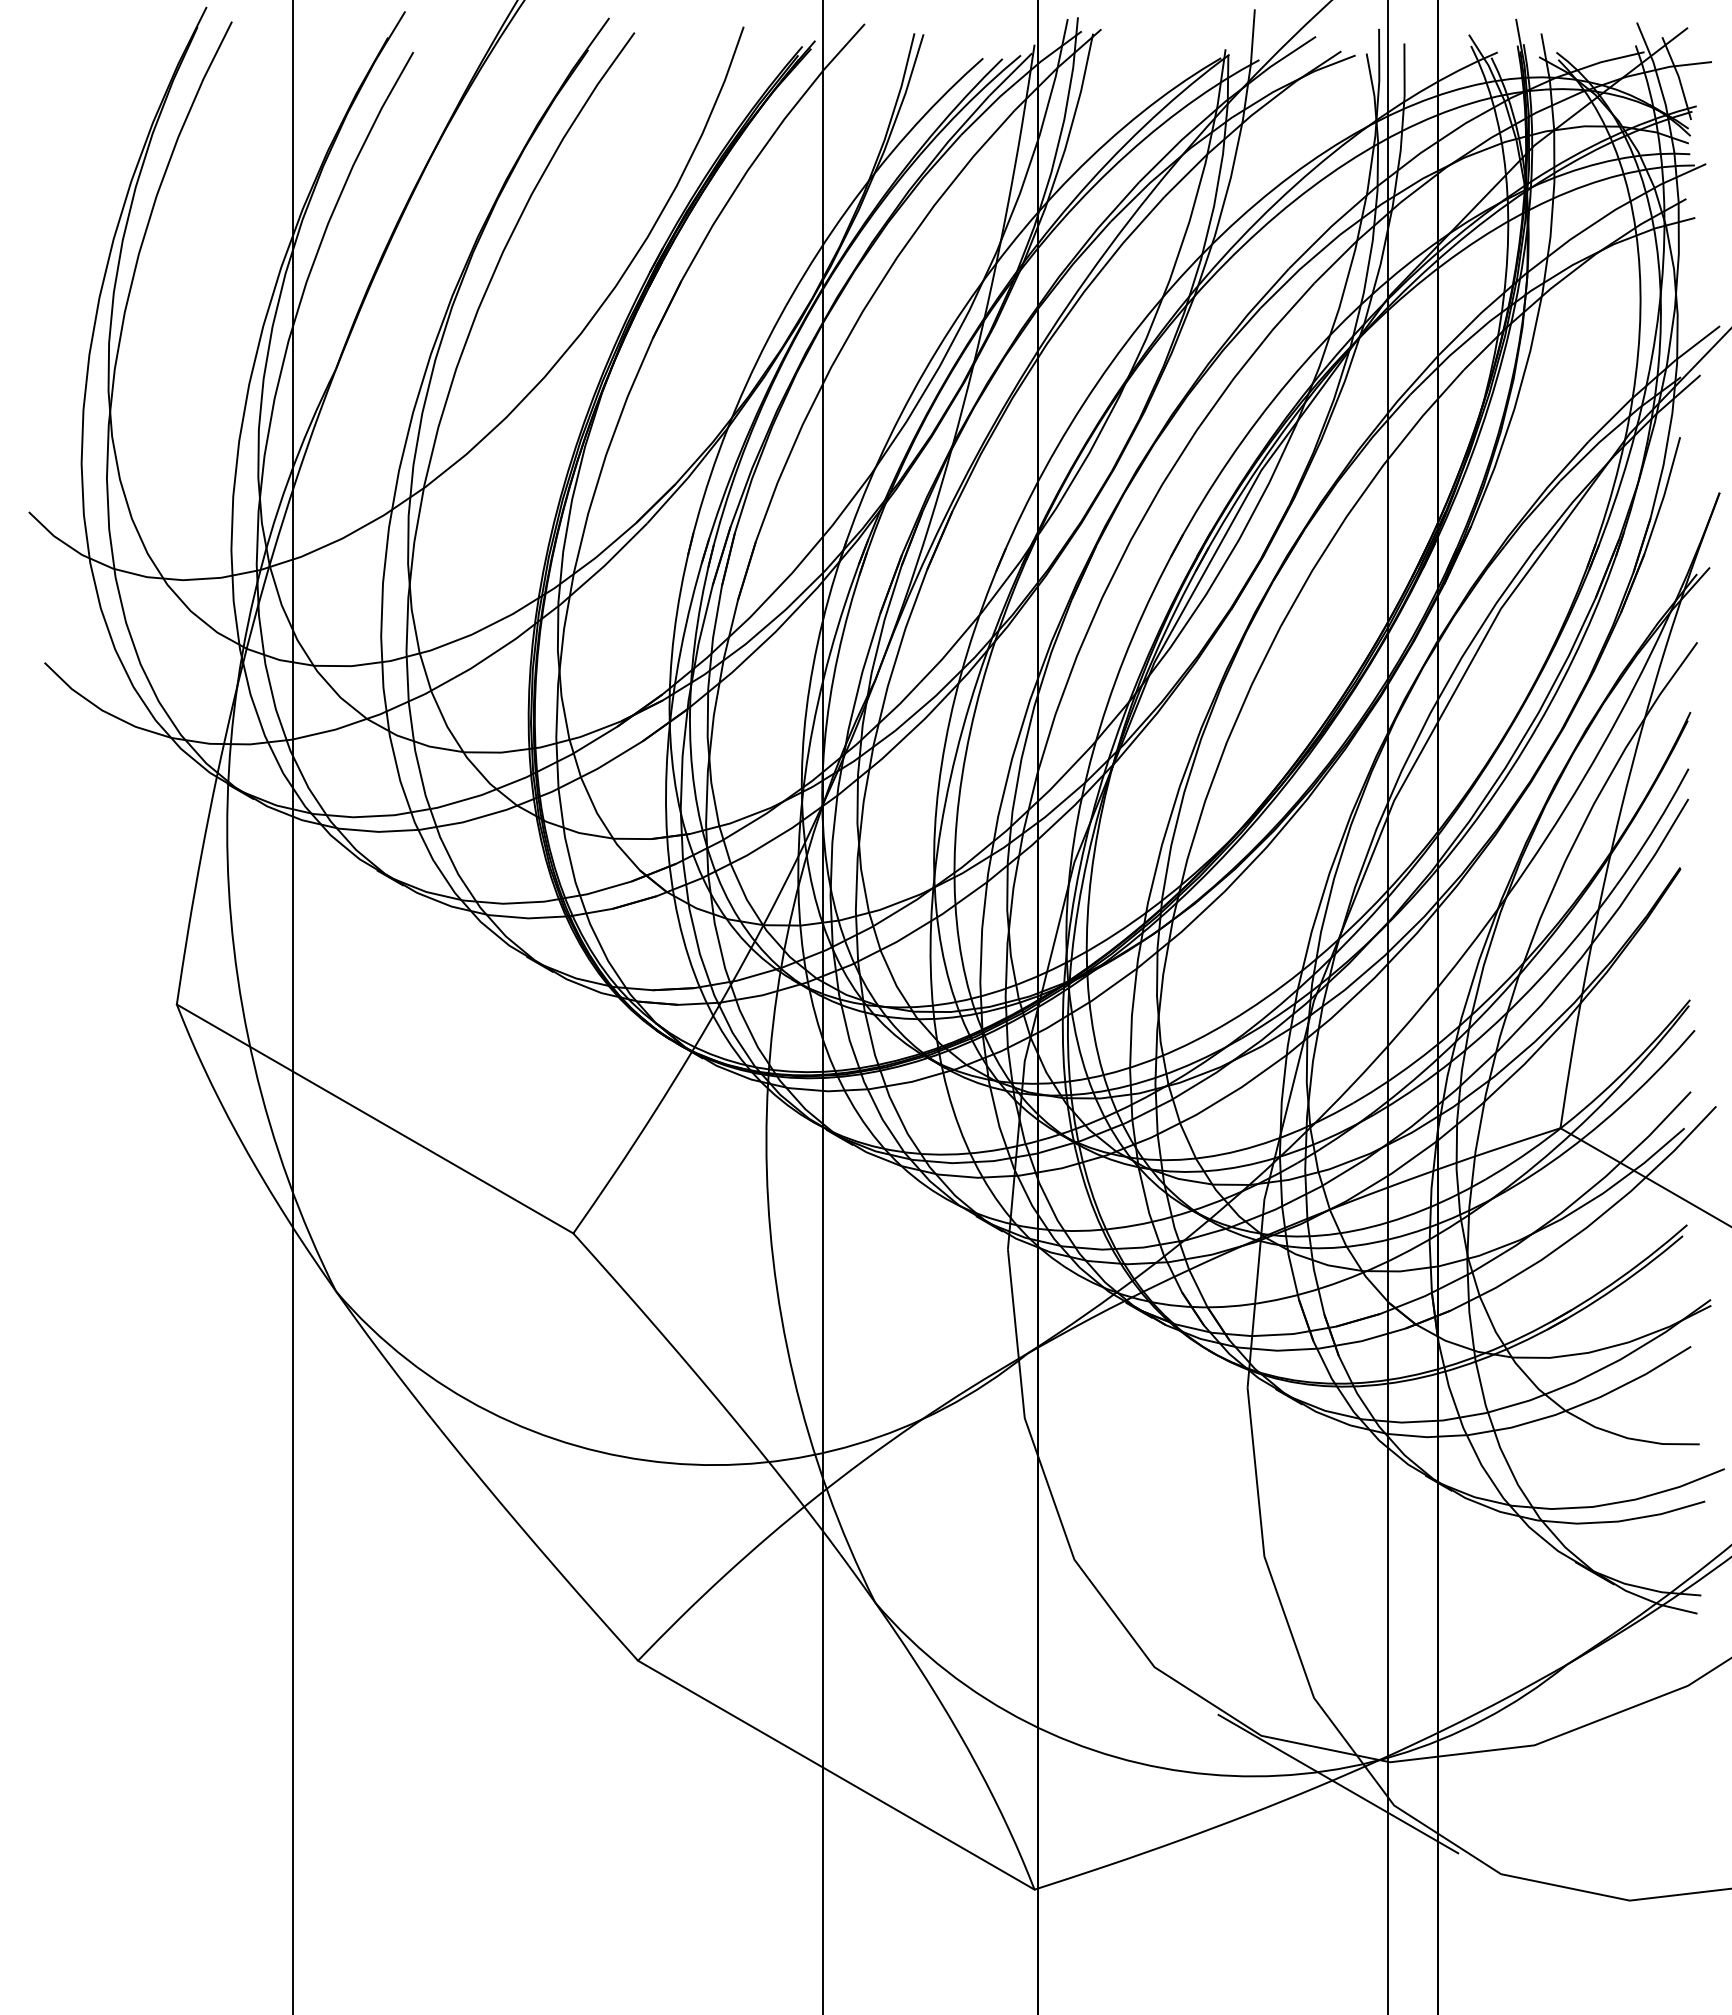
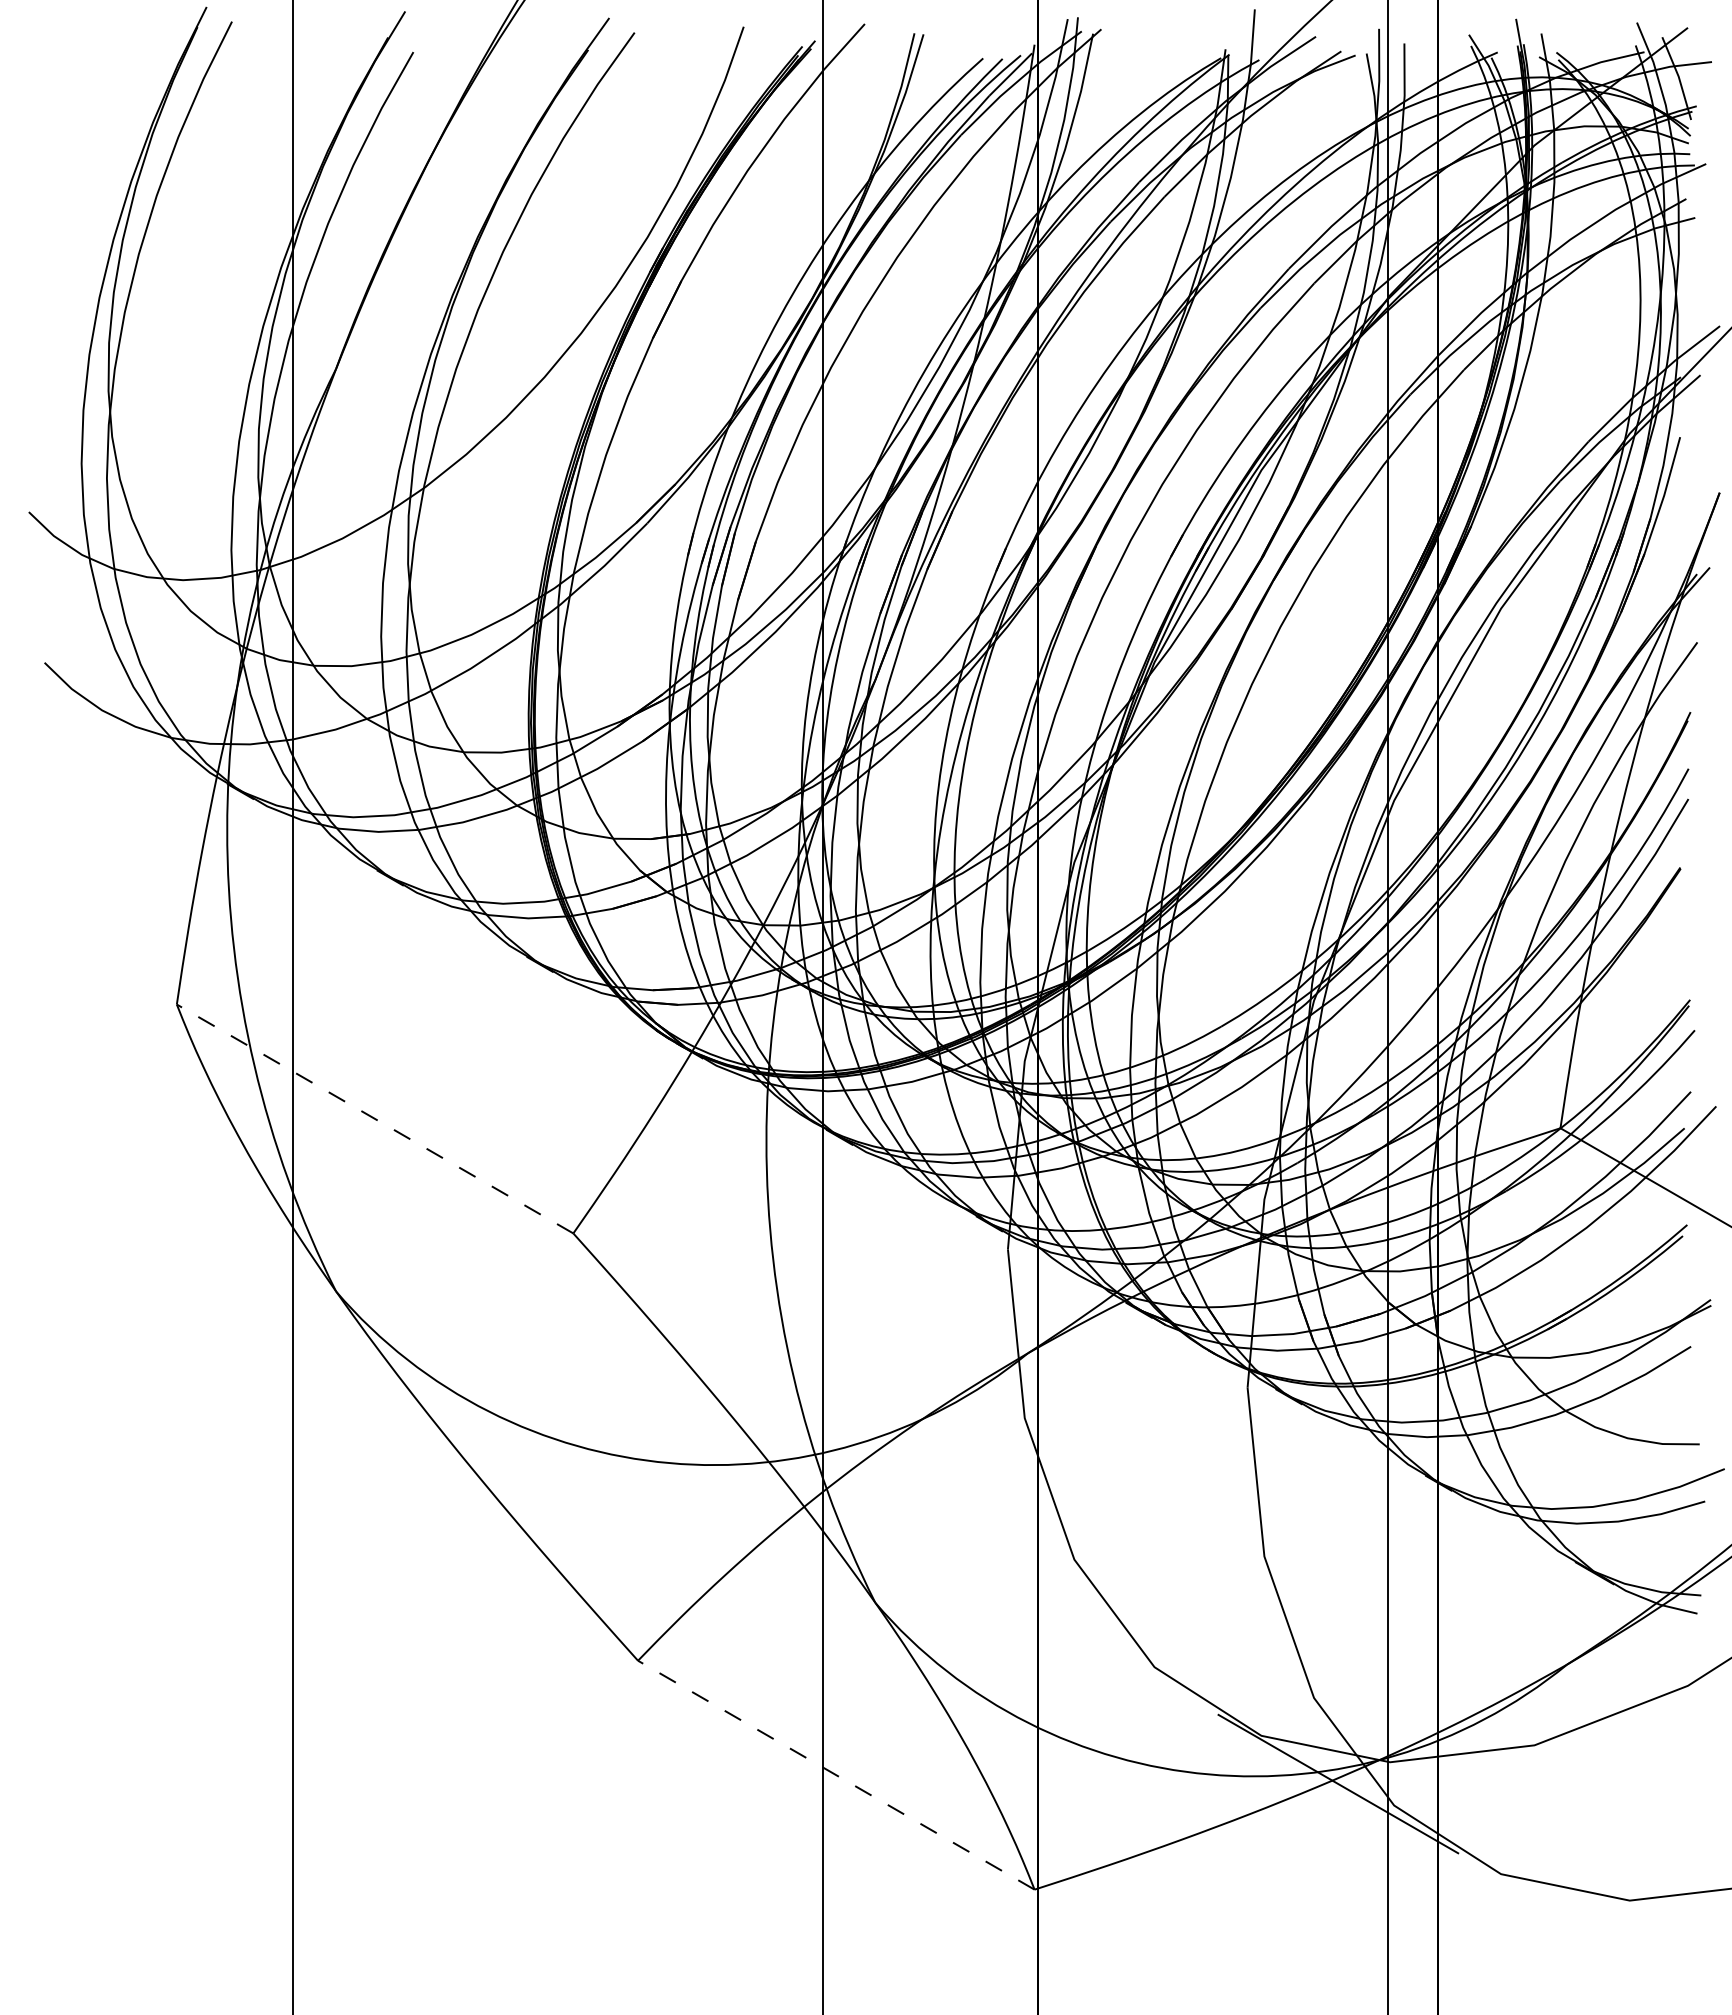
line at (375, 1118): solid -> dashed
line at (836, 1775): solid -> dashed
